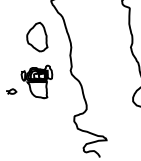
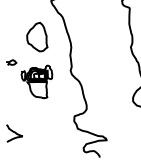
curve at (11, 90) position: (11, 90) -> (11, 61)
curve at (14, 133): none -> present
